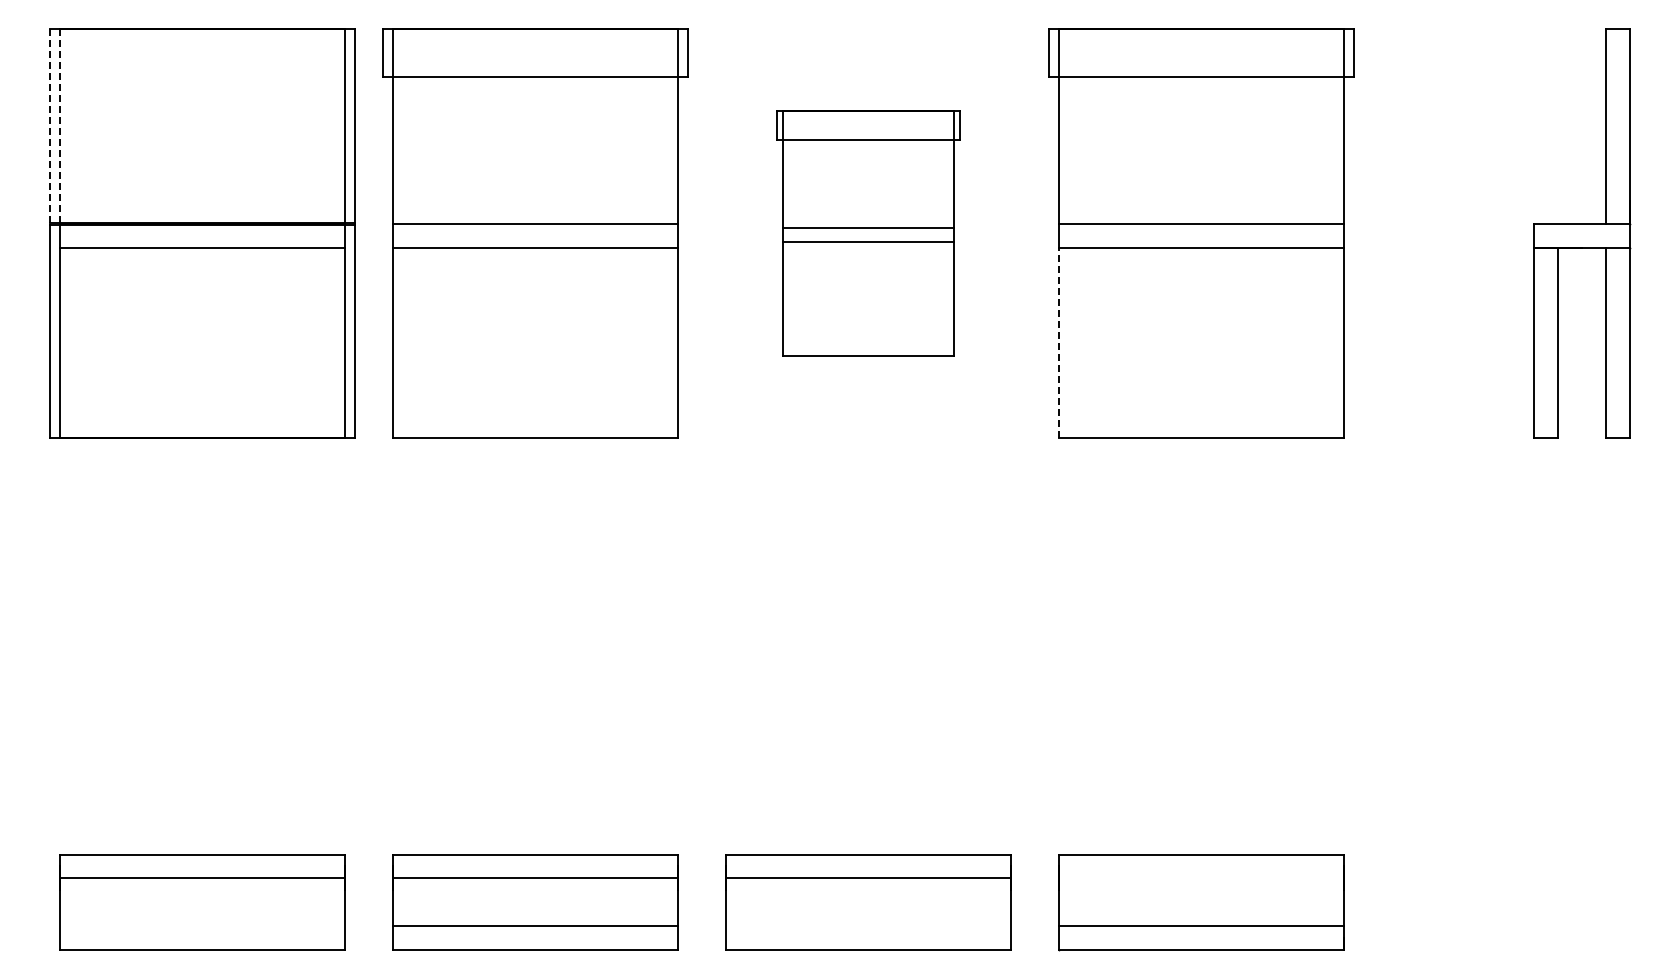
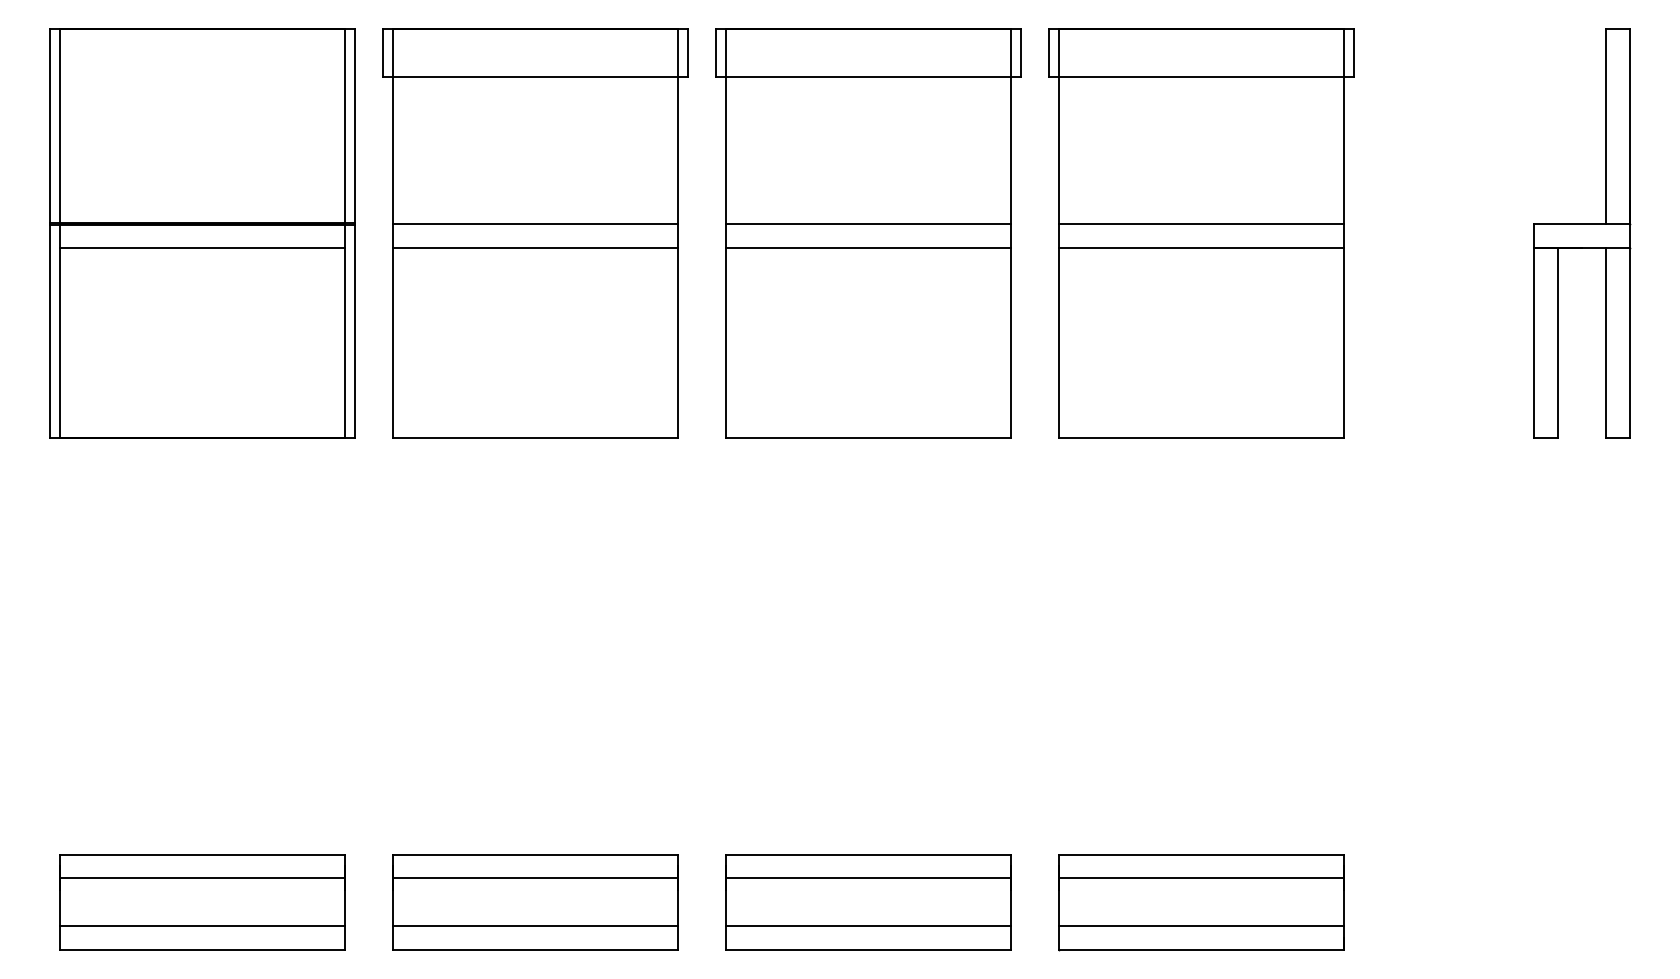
line at (50, 126): dashed -> solid
line at (59, 126): dashed -> solid
part at (868, 233) size: 185x247 px -> 307x411 px
line at (1058, 342): dashed -> solid
line at (1201, 878): none -> present
line at (202, 925): none -> present
line at (868, 925): none -> present
